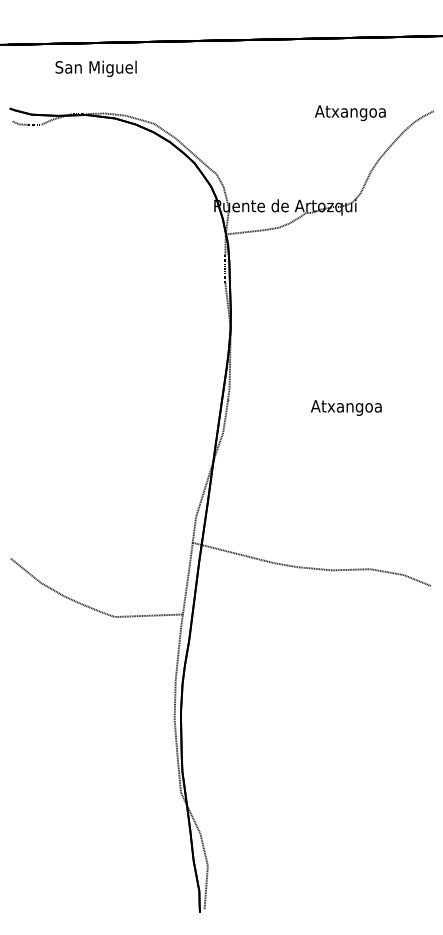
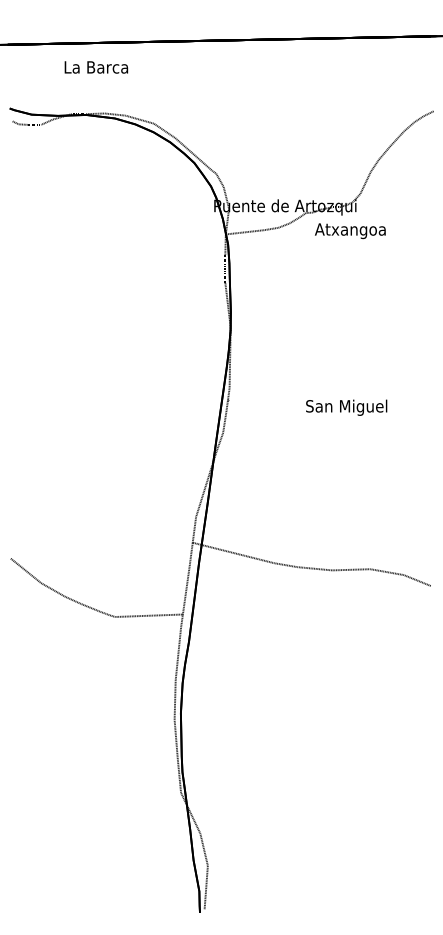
text at (95, 68): San Miguel -> La Barca
text at (350, 113) position: (350, 113) -> (350, 231)
text at (346, 407): Atxangoa -> San Miguel
